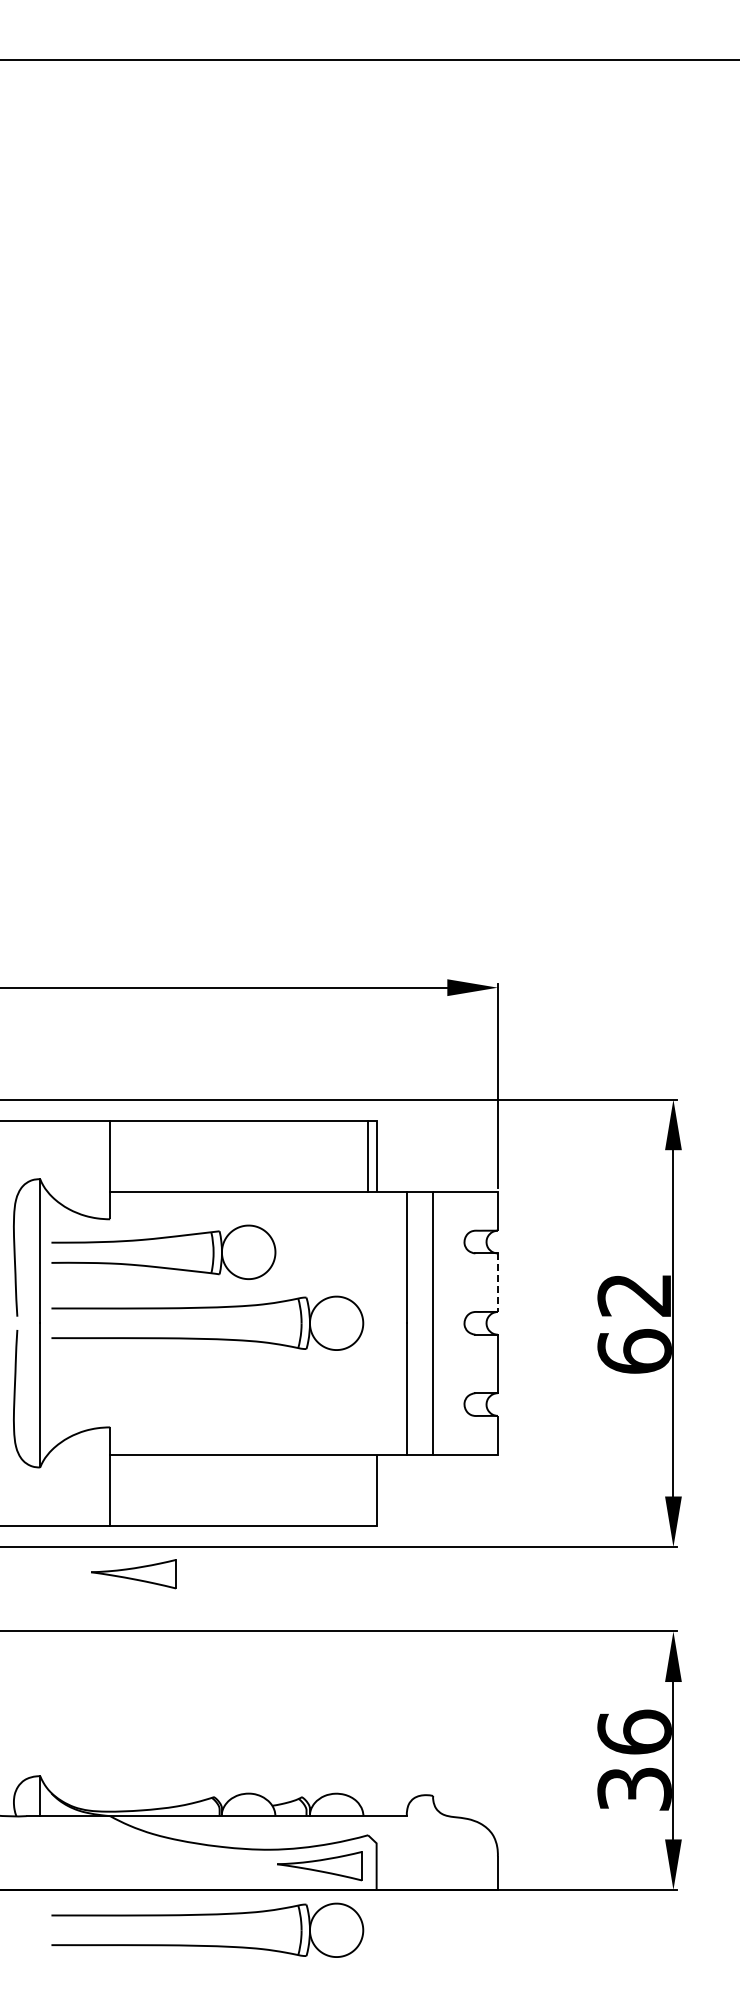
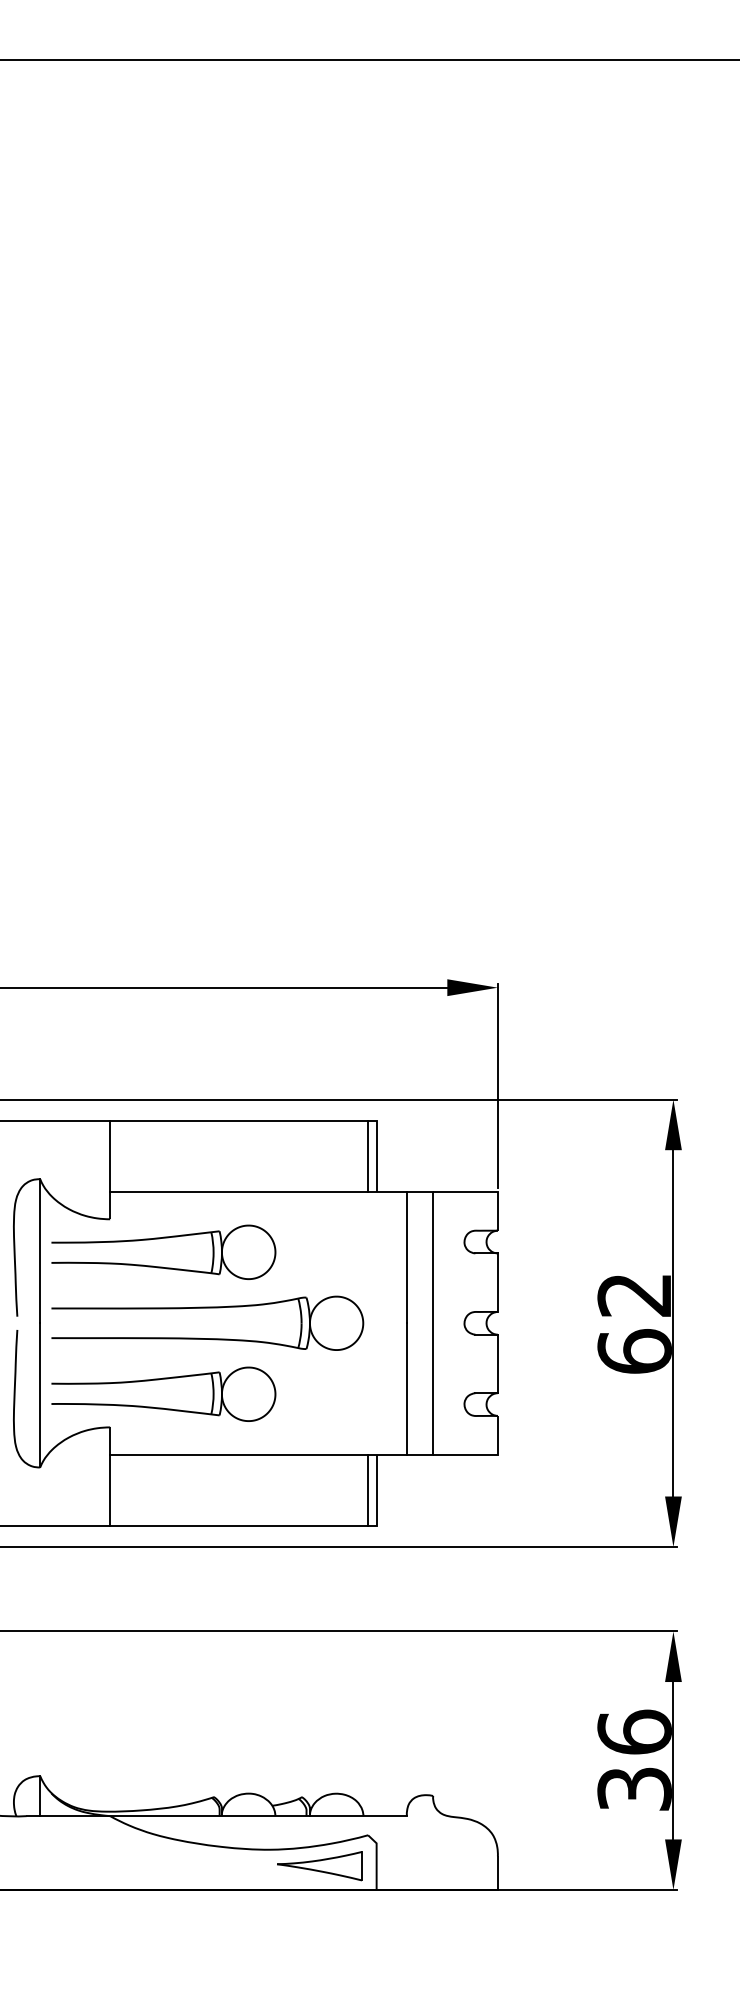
line at (497, 1283): dashed -> solid
part at (159, 1380): none -> present
line at (368, 1489): none -> present
part at (133, 1574): present -> none
part at (207, 1915): present -> none
